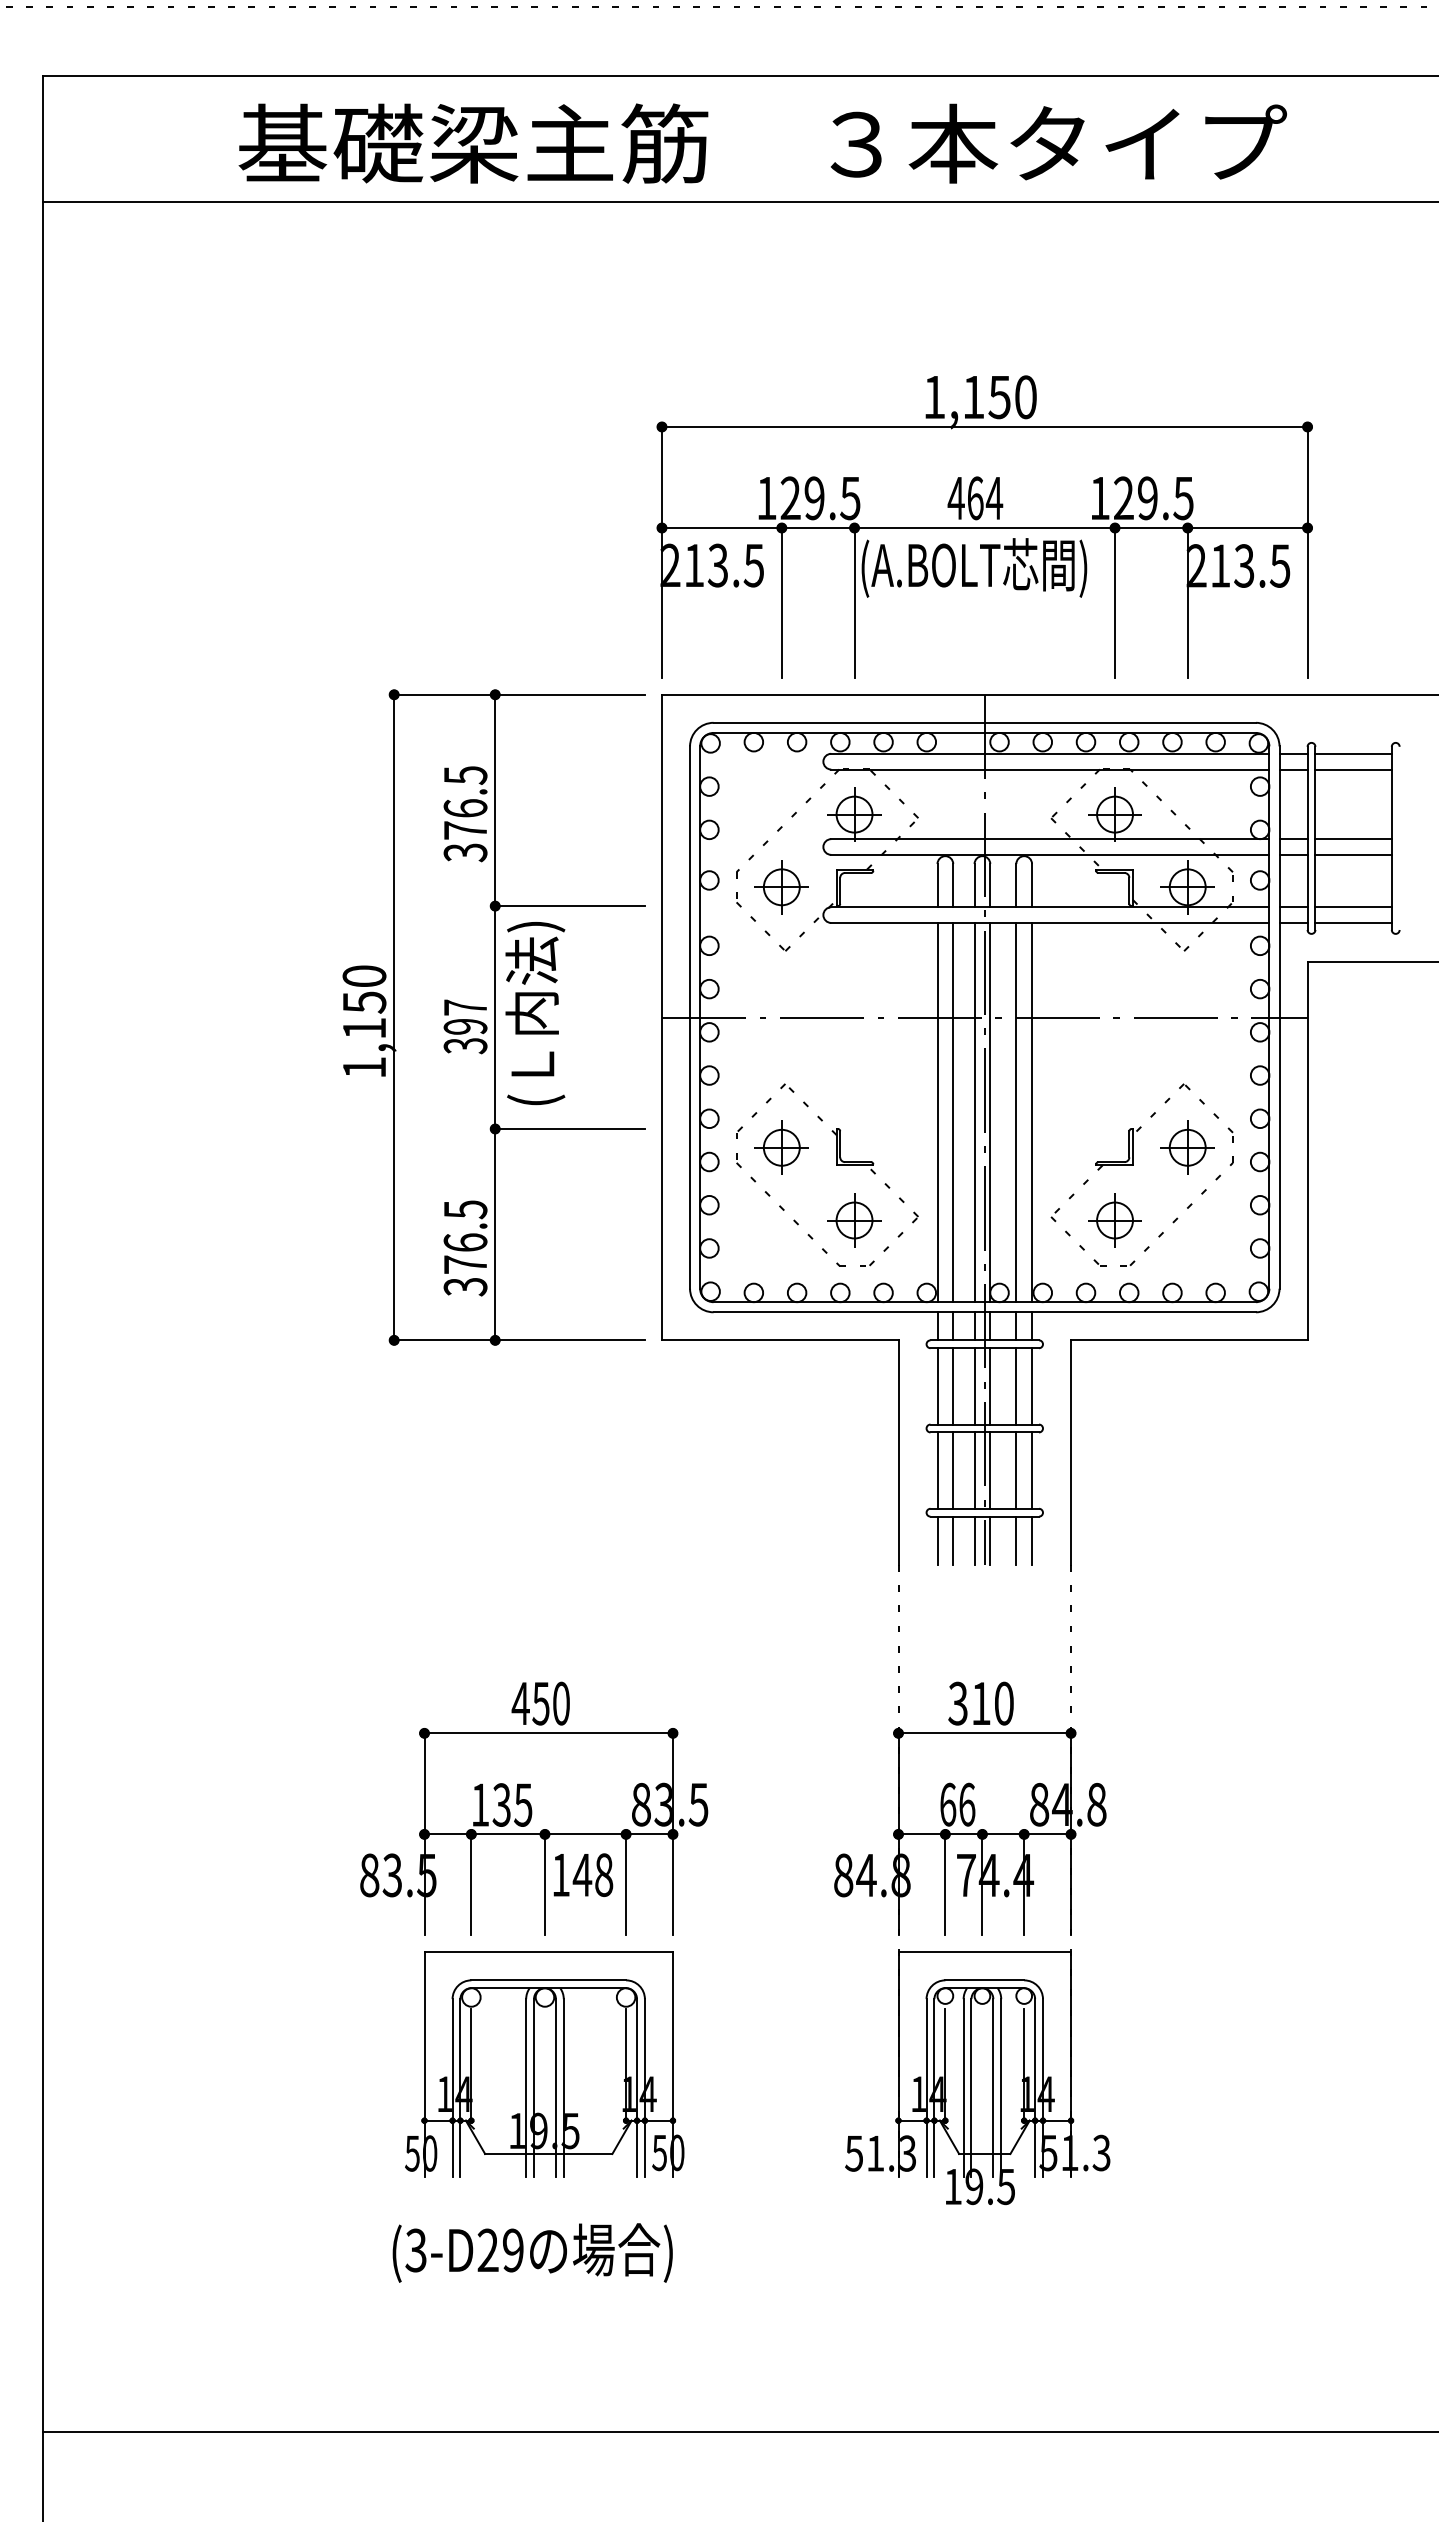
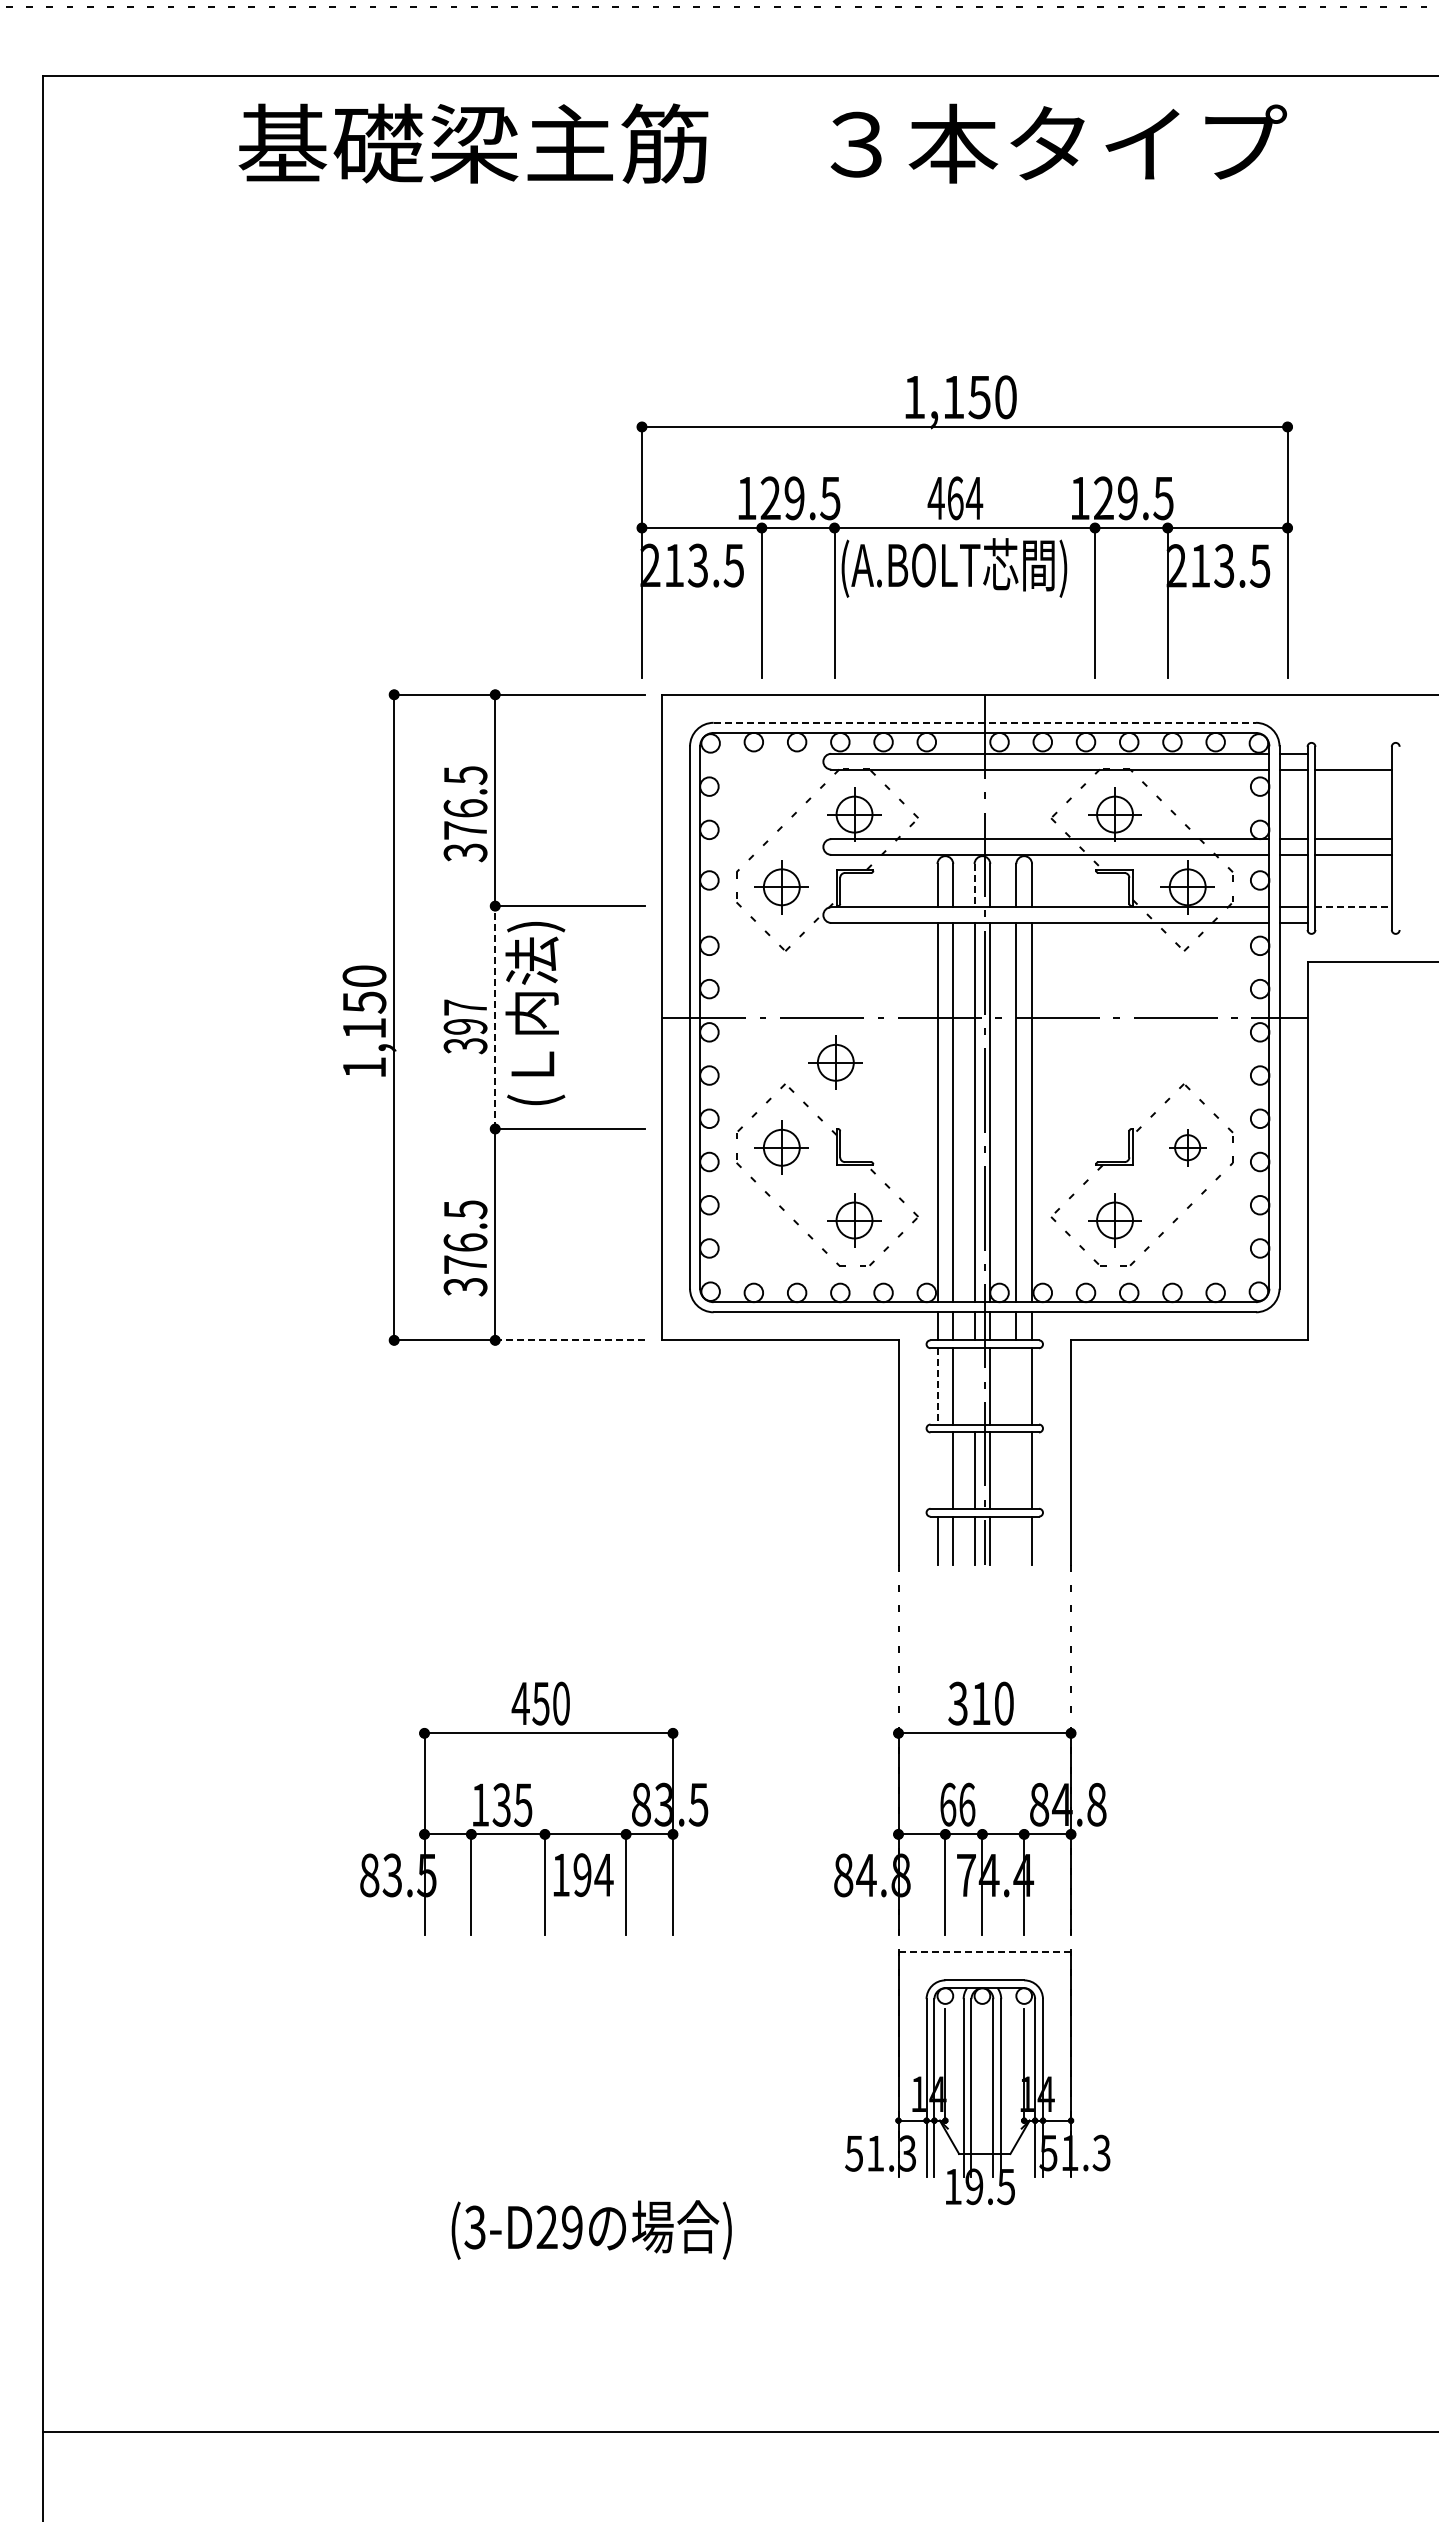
line at (739, 201): present -> none
part at (984, 526) position: (984, 526) -> (964, 526)
line at (985, 722): solid -> dashed
line at (1353, 753): present -> none
line at (974, 885): solid -> dashed
line at (1354, 907): solid -> dashed
line at (1353, 922): present -> none
line at (495, 1017): solid -> dashed
part at (835, 1062): none -> present
part at (1187, 1147) size: 55x55 px -> 38x38 px
line at (570, 1340): solid -> dashed
line at (937, 1386): solid -> dashed
line at (974, 1386): present -> none
line at (1016, 1386): present -> none
line at (937, 1470): present -> none
line at (1016, 1470): present -> none
line at (1016, 1540): present -> none
text at (592, 1875): 148 -> 194
line at (985, 1952): solid -> dashed
part at (544, 2064): present -> none
text at (532, 2252) position: (532, 2252) -> (591, 2229)
